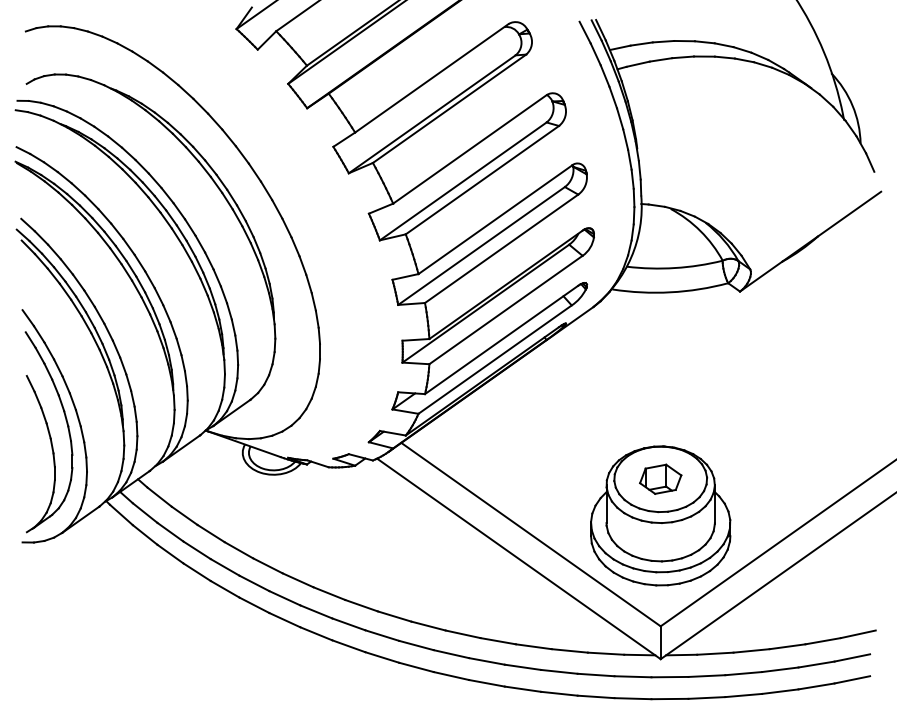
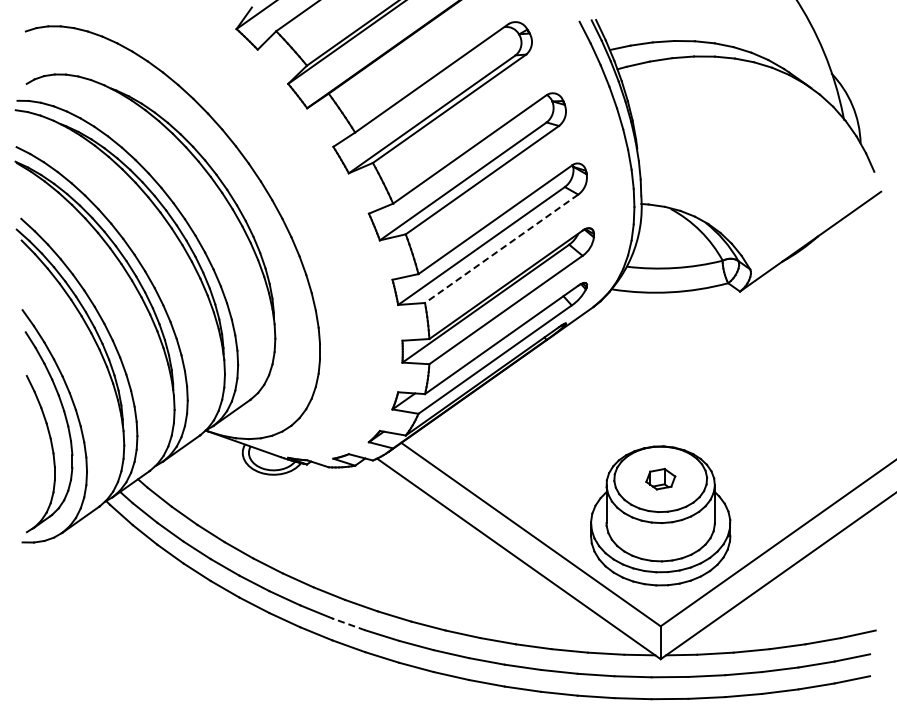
line at (501, 248): solid -> dashed
part at (660, 478) size: 44x32 px -> 32x23 px
line at (348, 624): solid -> dashed
